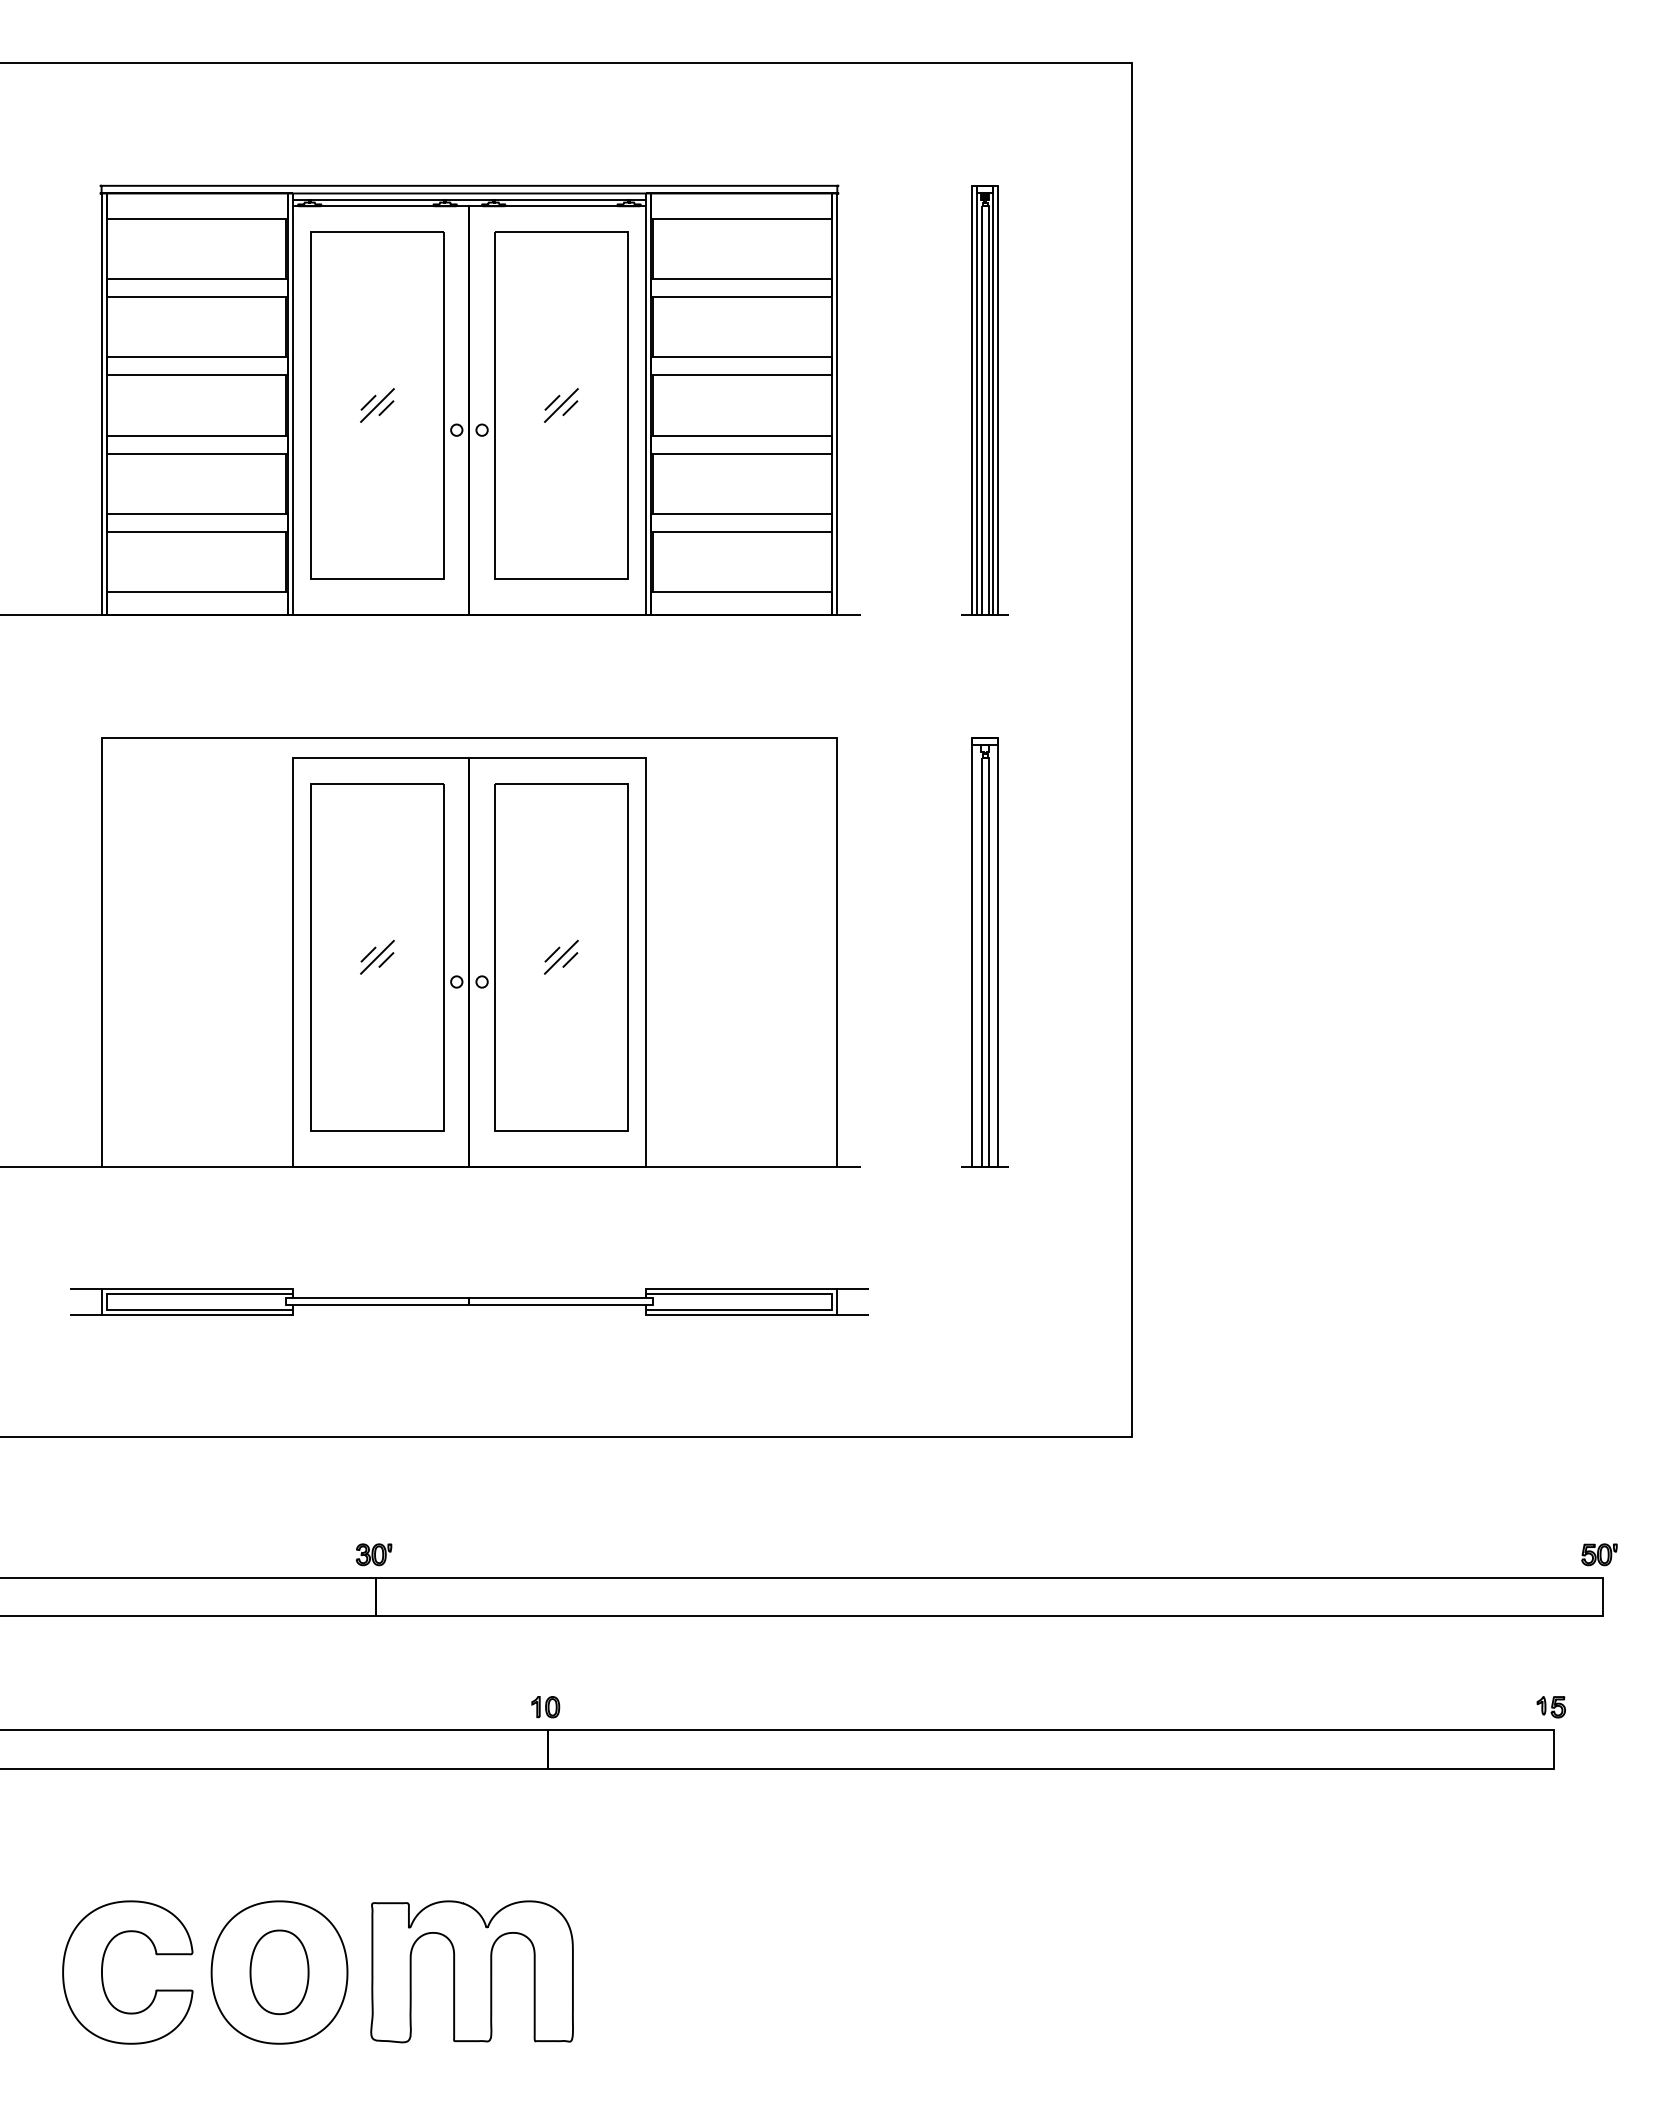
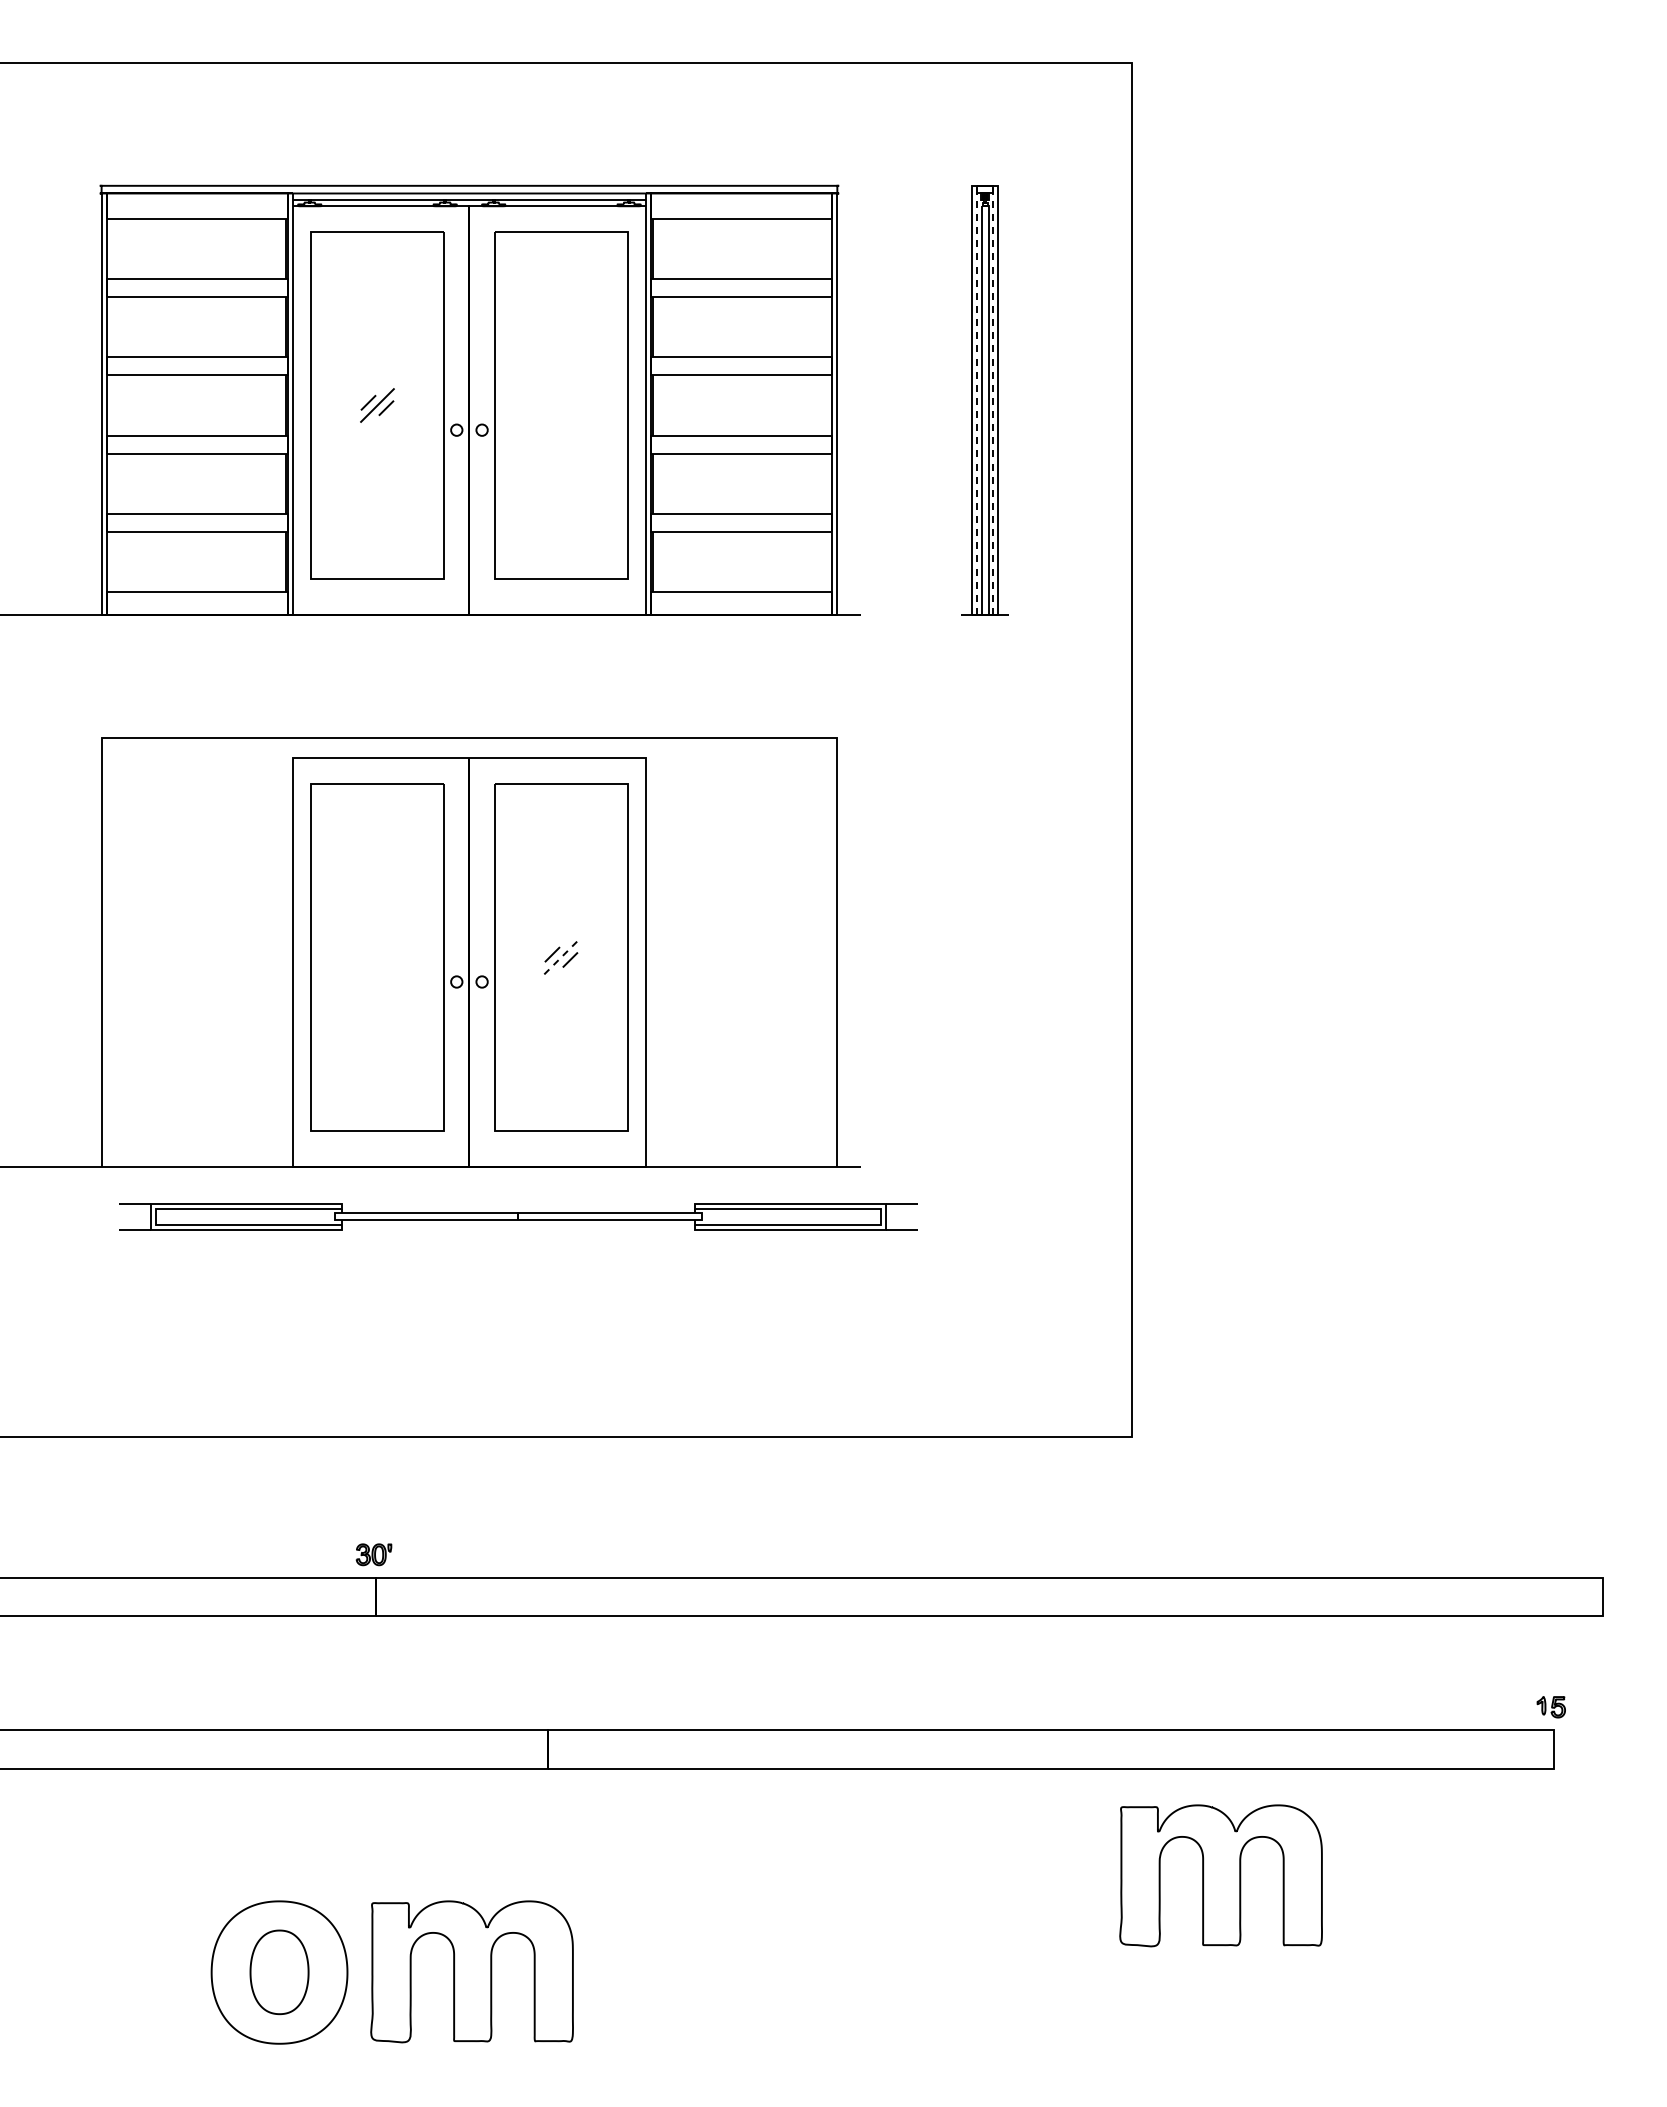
line at (977, 400): solid -> dashed
line at (993, 400): solid -> dashed
part at (561, 405): present -> none
part at (984, 952): present -> none
part at (377, 956): present -> none
line at (561, 956): solid -> dashed
part at (469, 1301) position: (469, 1301) -> (518, 1216)
part at (1599, 1554): present -> none
part at (545, 1707): present -> none
part at (1220, 1875): none -> present
part at (103, 1966): present -> none
